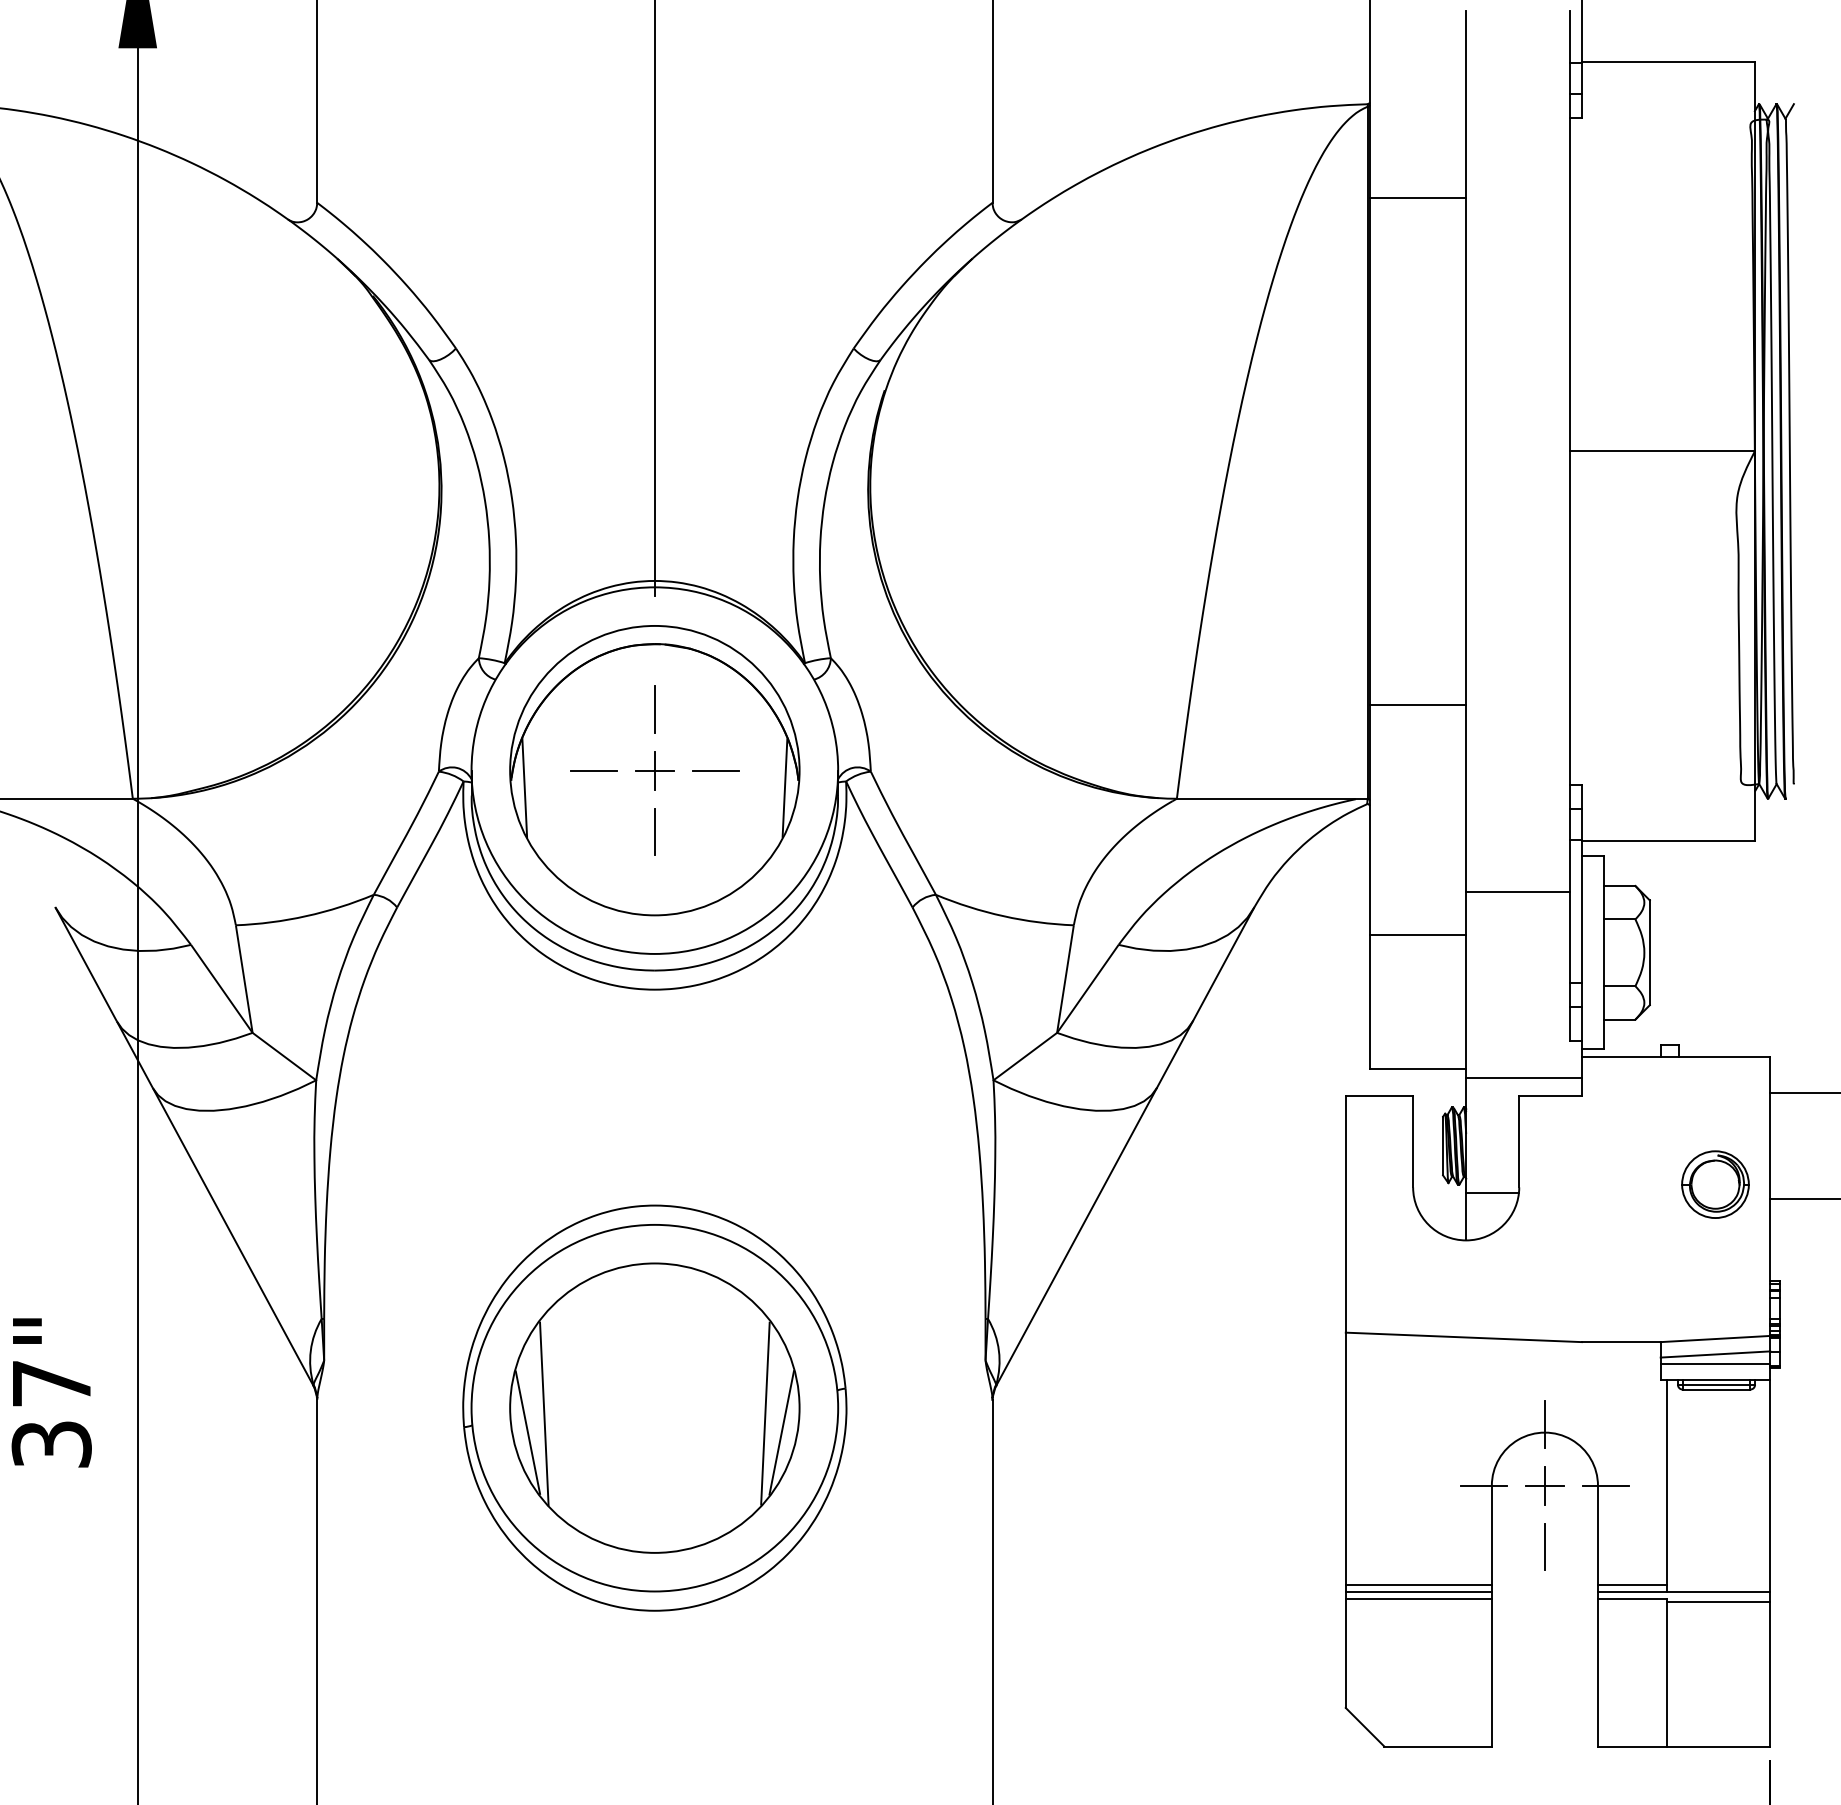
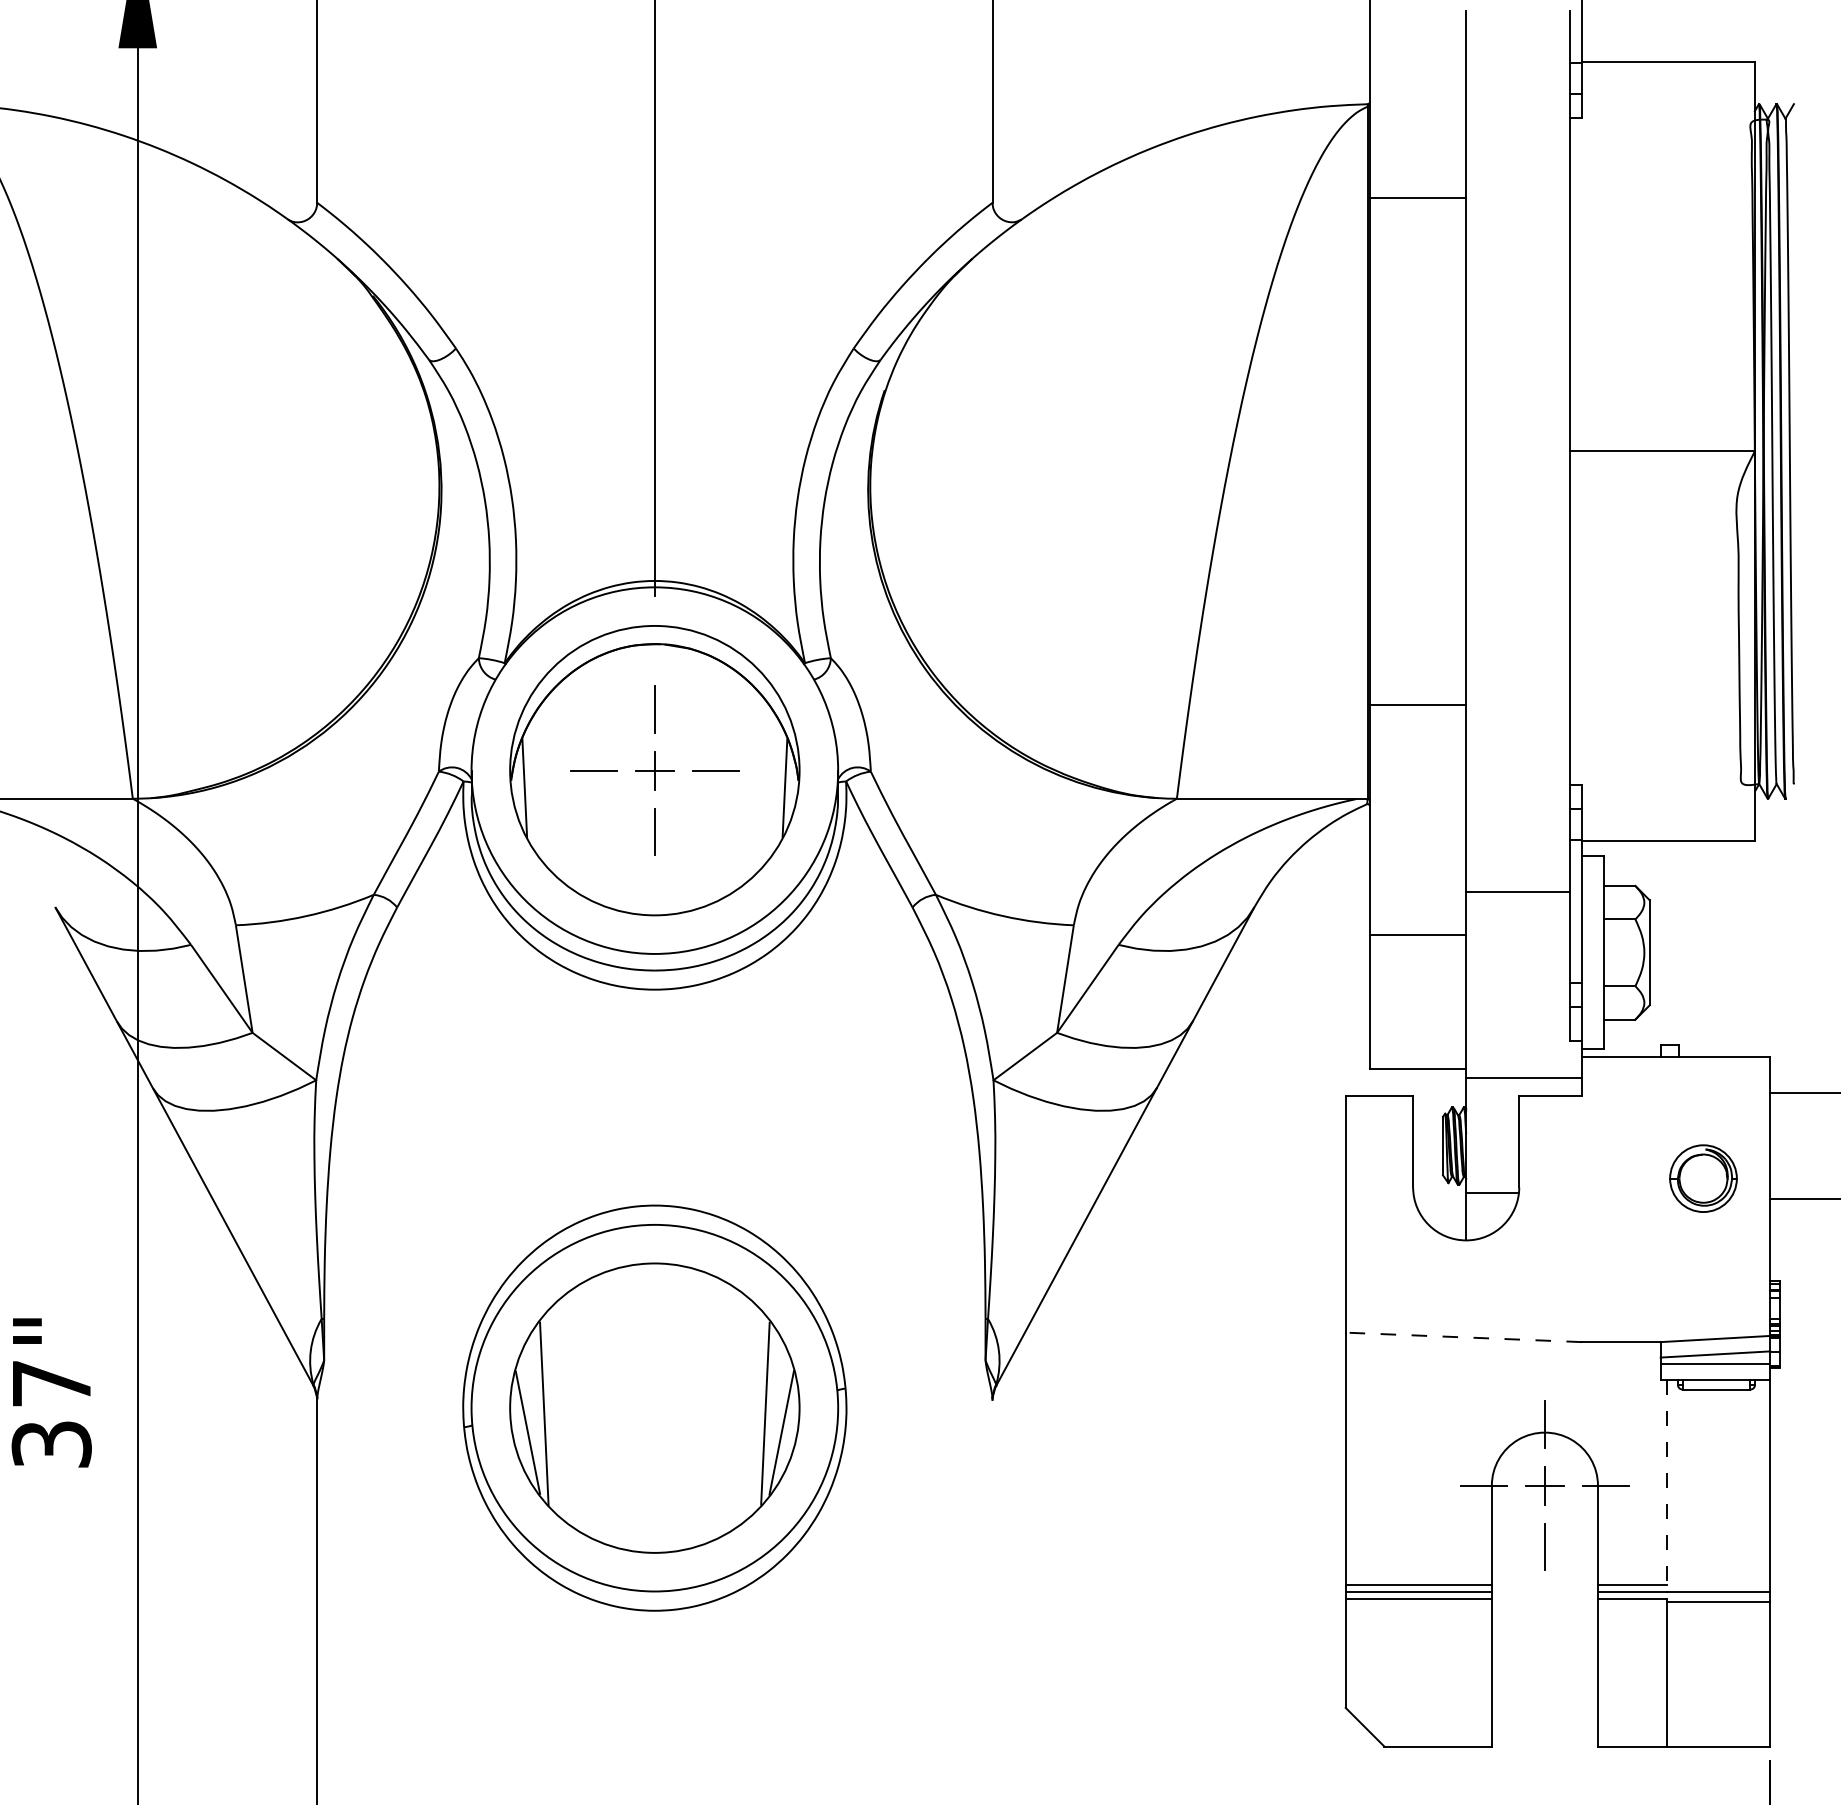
part at (1715, 1184) position: (1715, 1184) -> (1703, 1178)
line at (1463, 1337): solid -> dashed
line at (1716, 1384): present -> none
line at (1666, 1486): solid -> dashed
line at (992, 1600): present -> none
